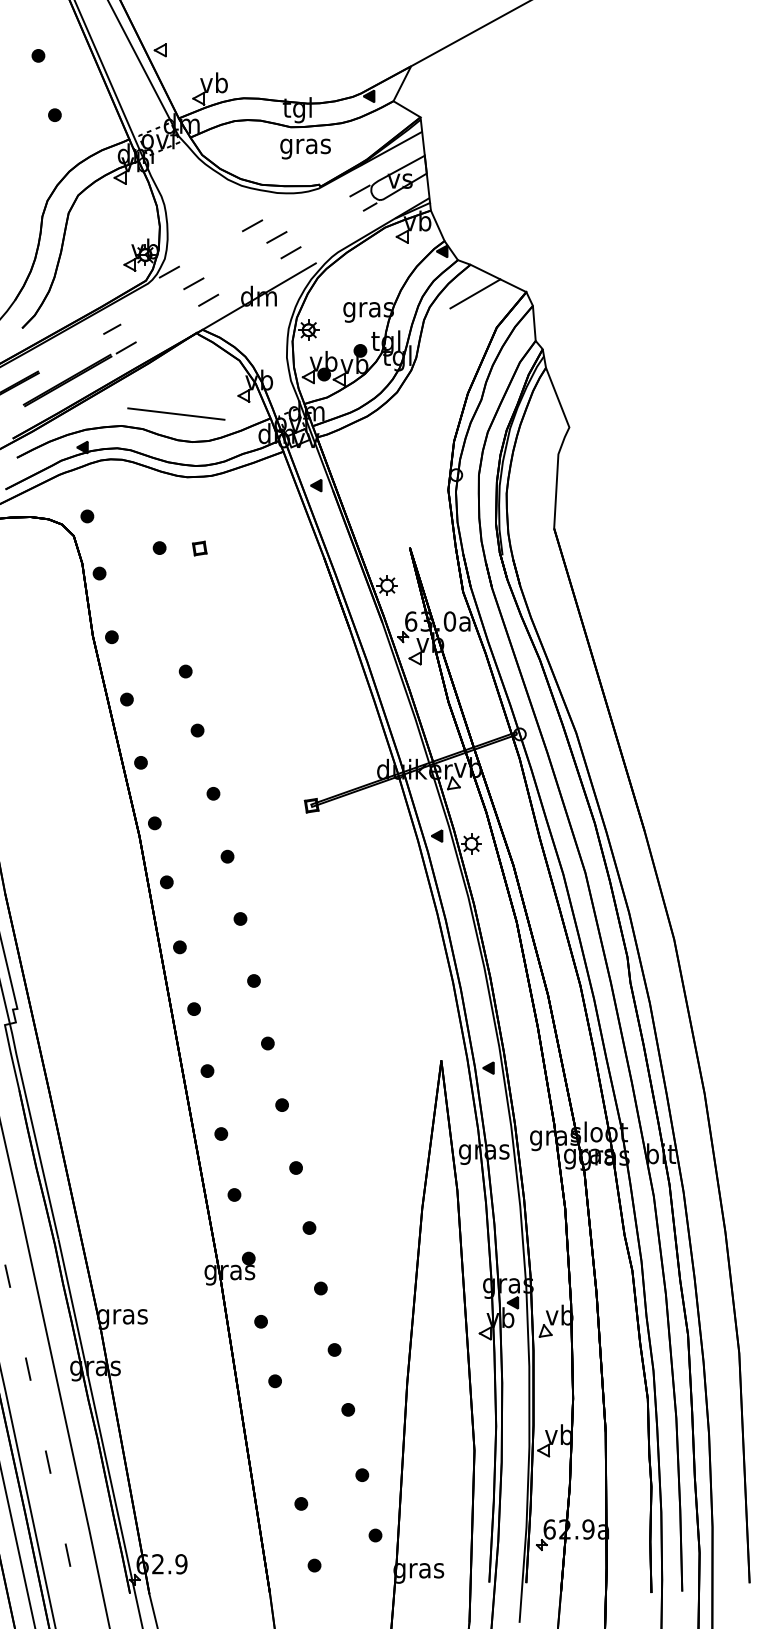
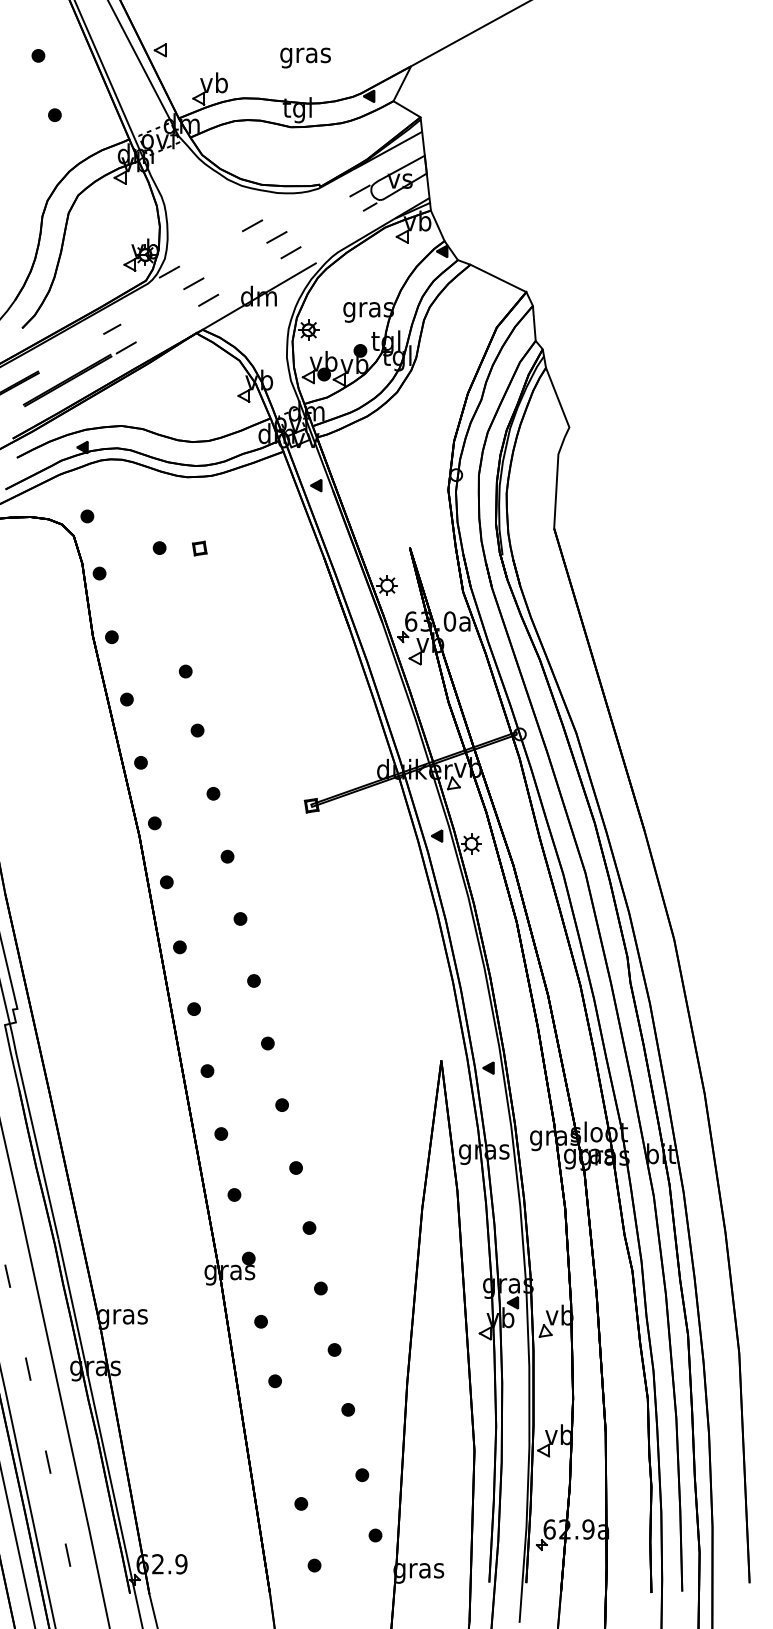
text at (305, 148) position: (305, 148) -> (305, 57)
line at (475, 293): present -> none
line at (176, 413): present -> none
